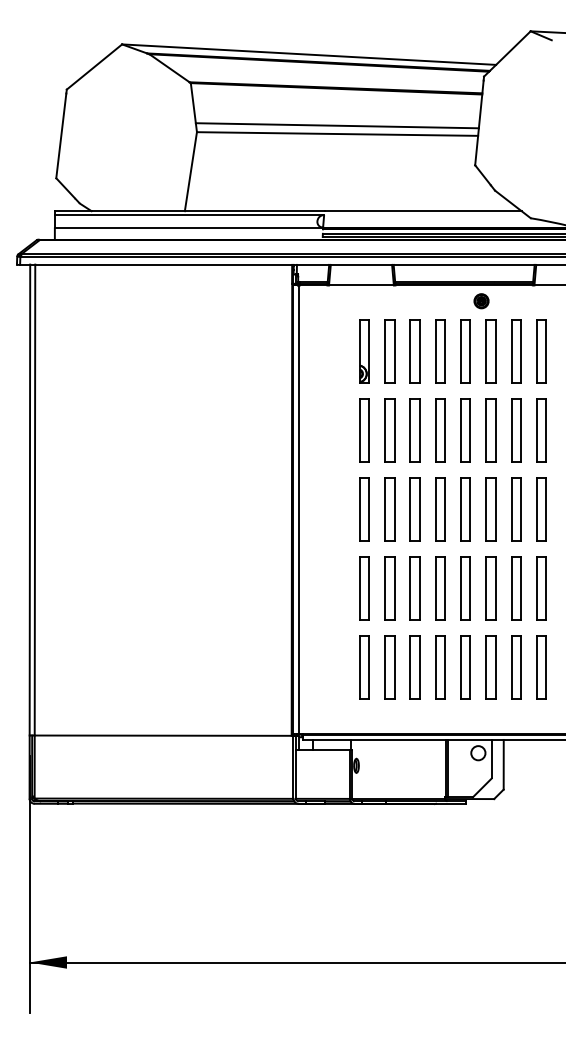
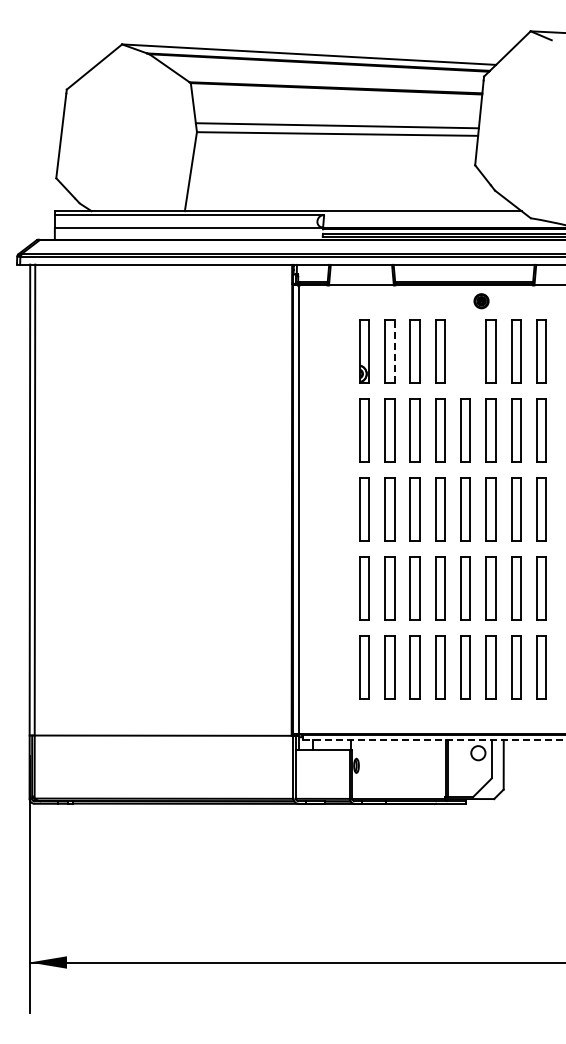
line at (394, 351): solid -> dashed
part at (465, 351): present -> none
line at (434, 739): solid -> dashed
